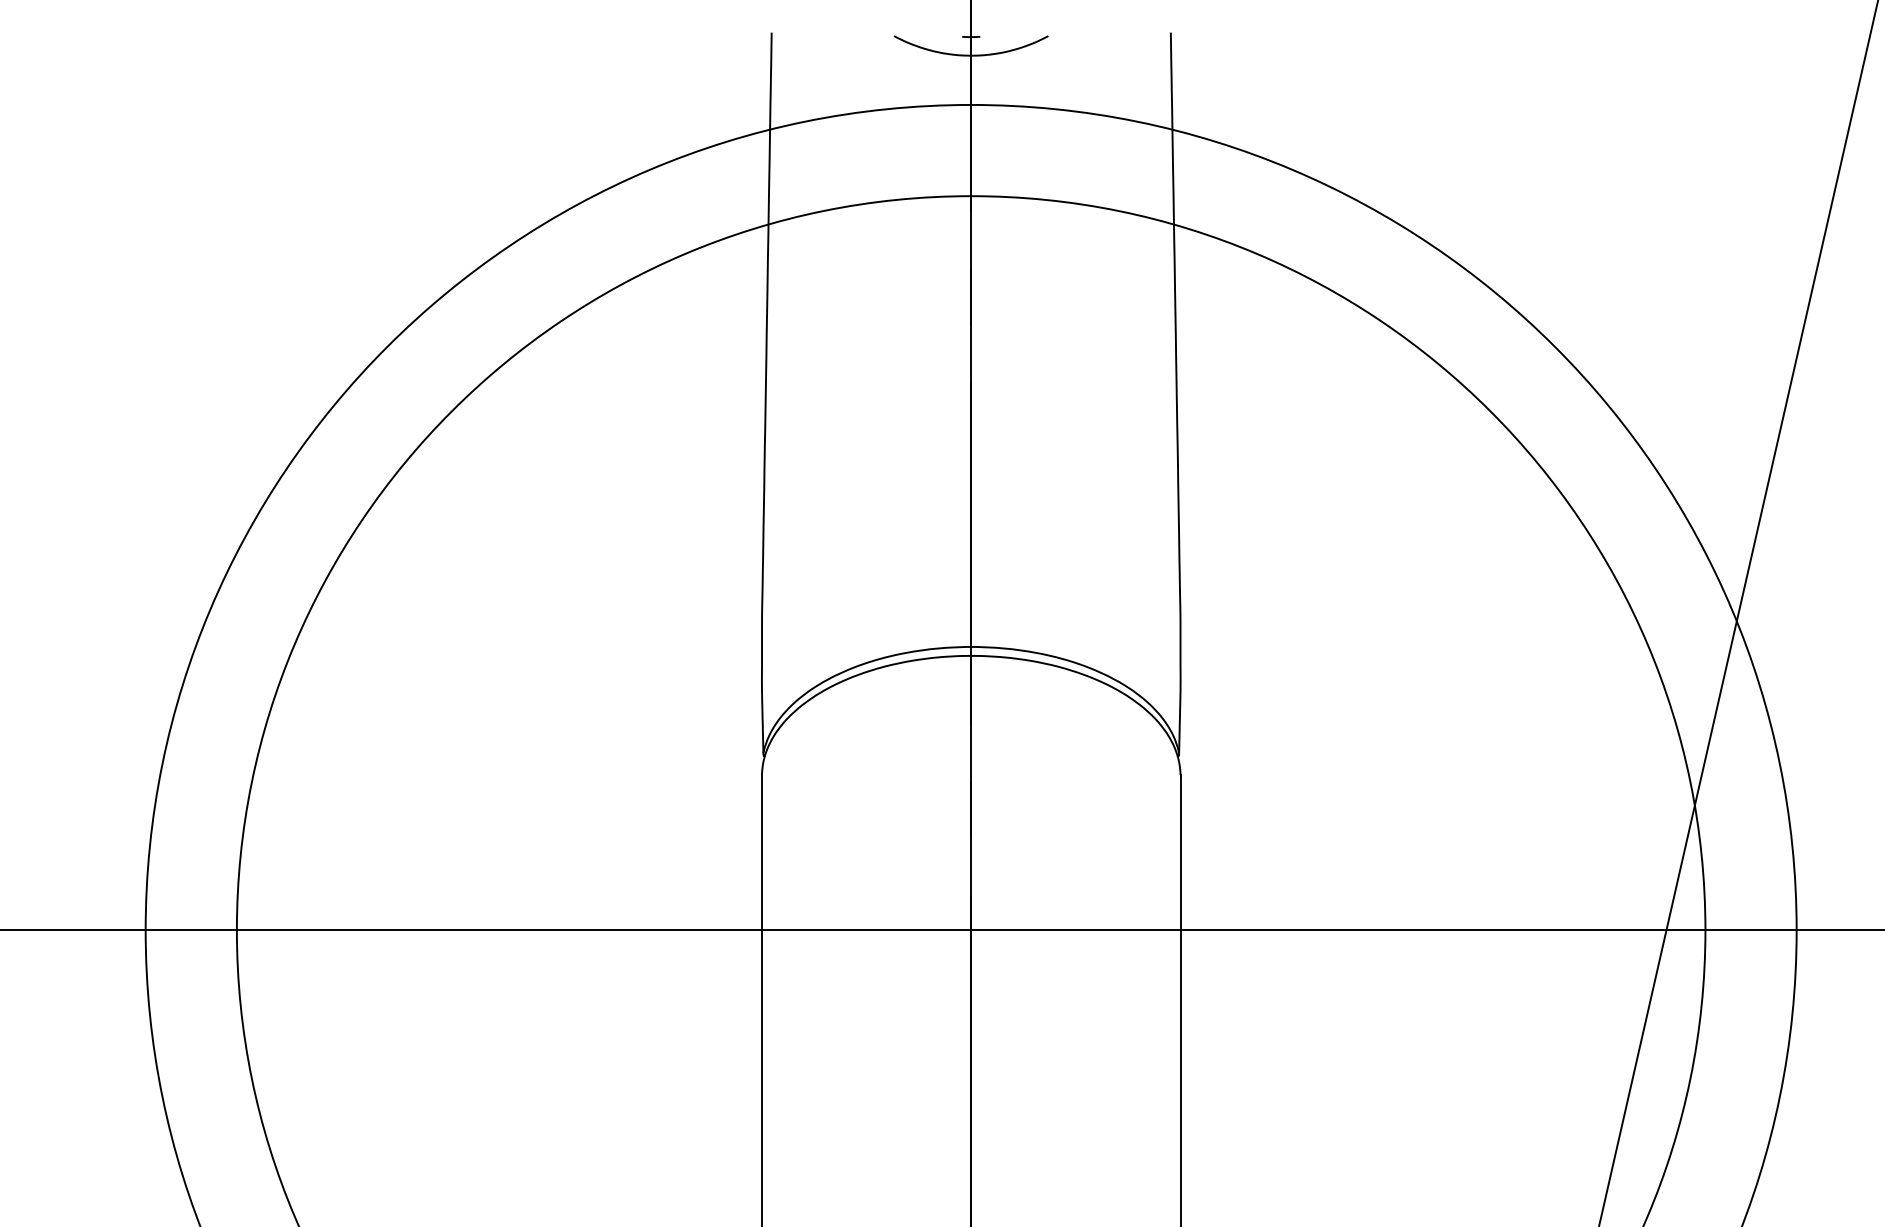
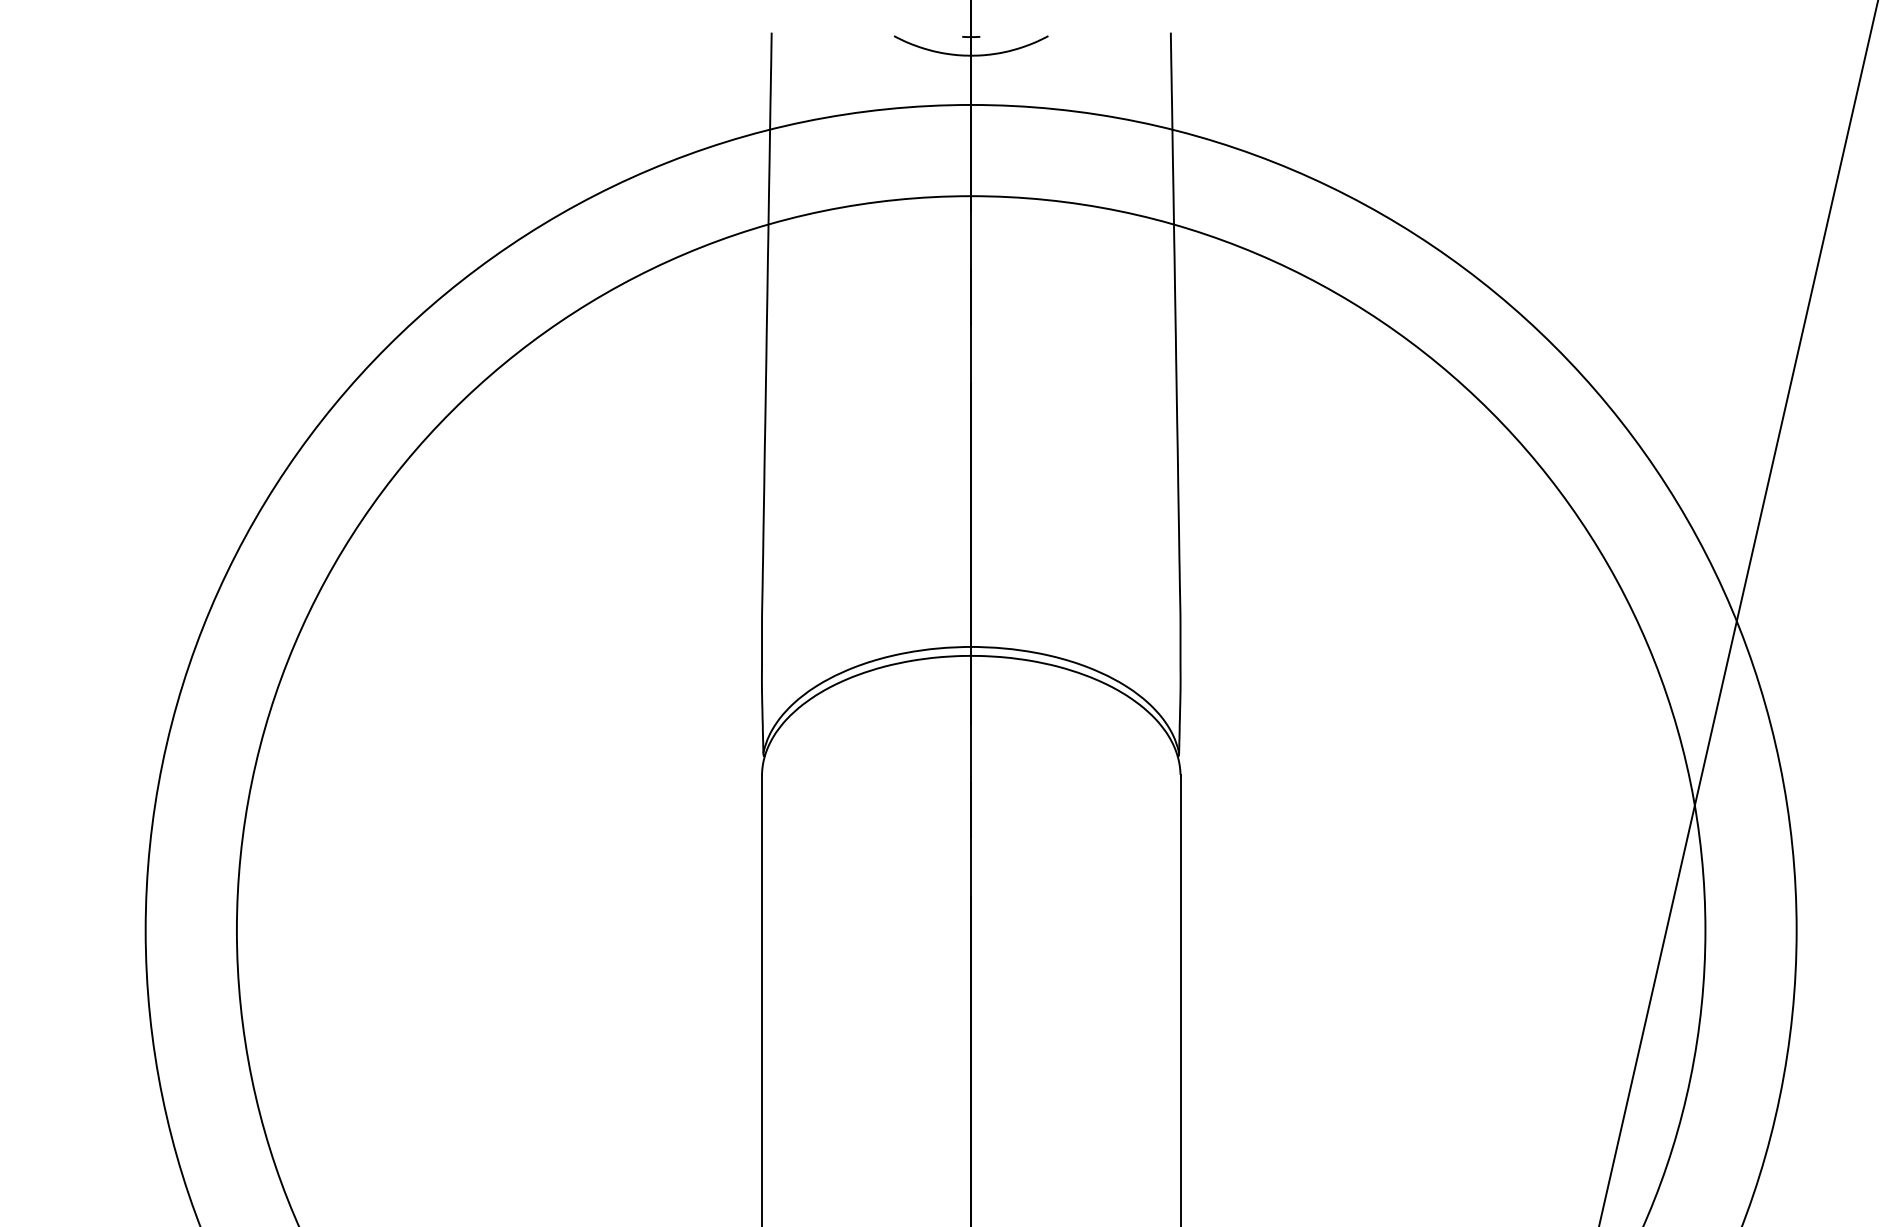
line at (941, 930): present -> none
